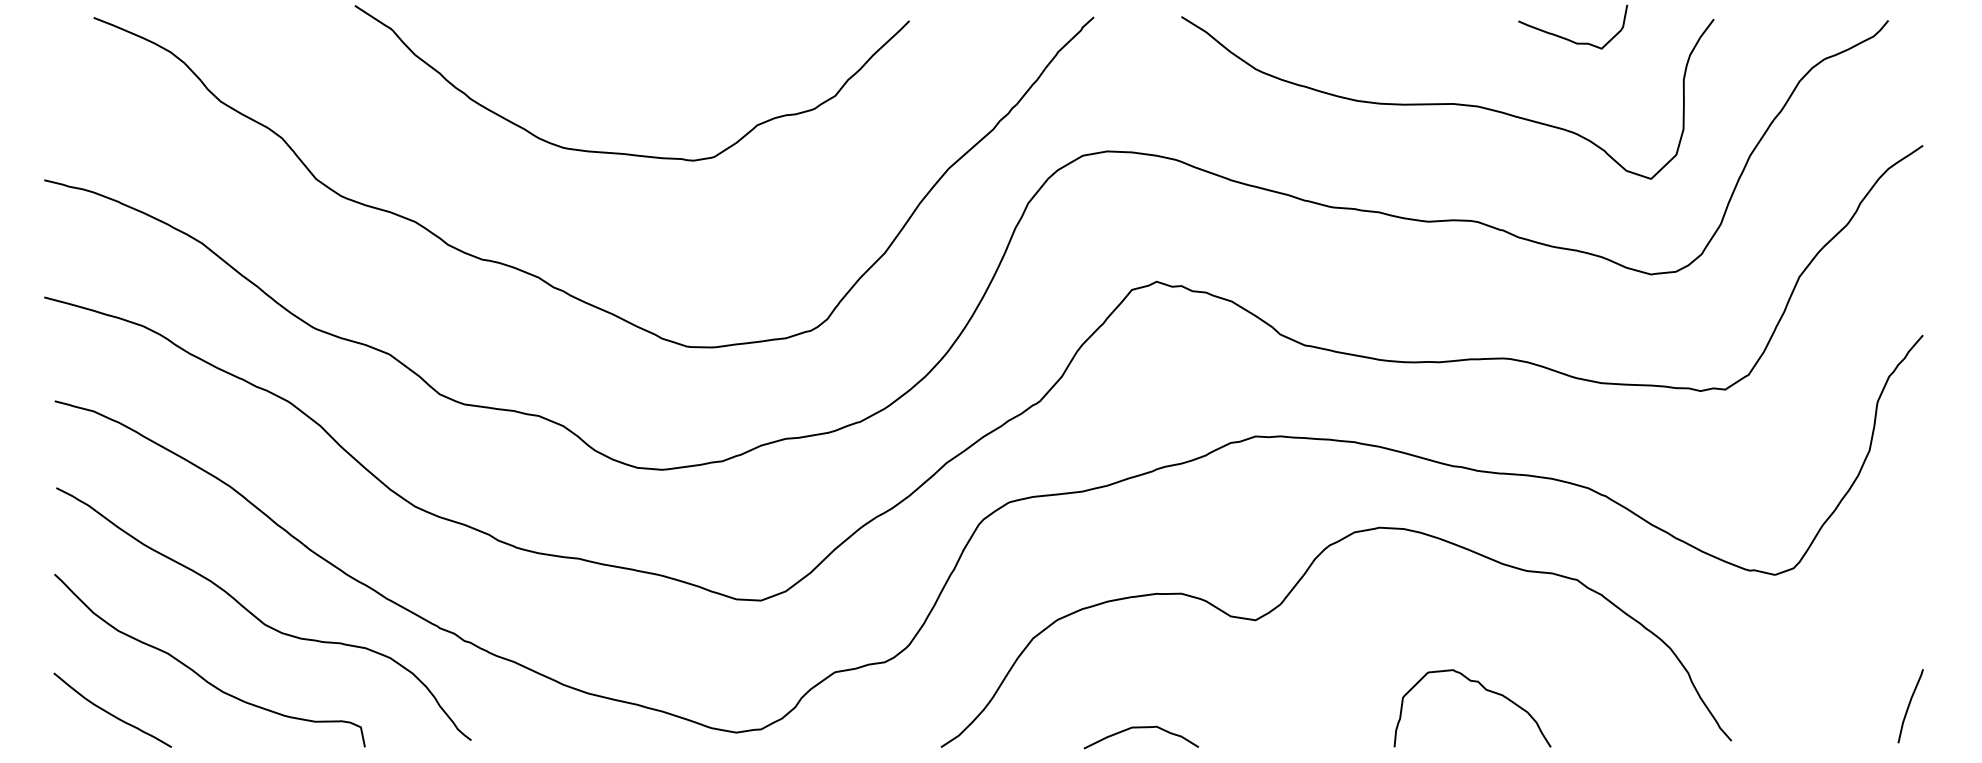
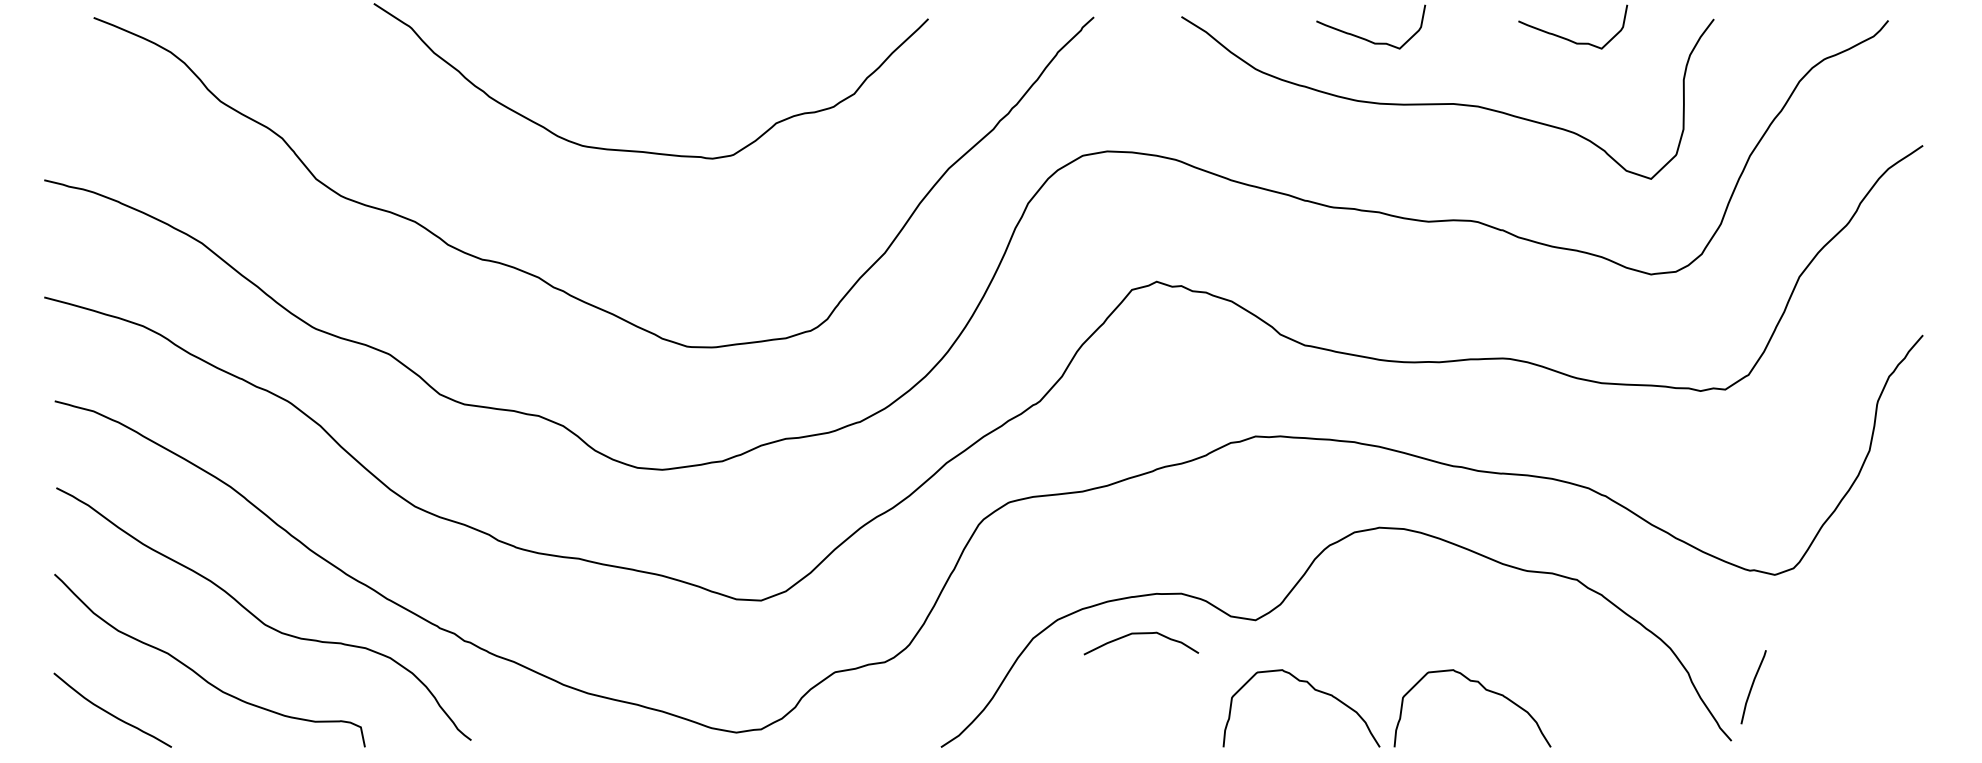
curve at (1368, 39): none -> present
curve at (621, 152) position: (621, 152) -> (640, 150)
curve at (1314, 690): none -> present
curve at (1909, 706) position: (1909, 706) -> (1752, 687)
curve at (1141, 728) position: (1141, 728) -> (1141, 634)
